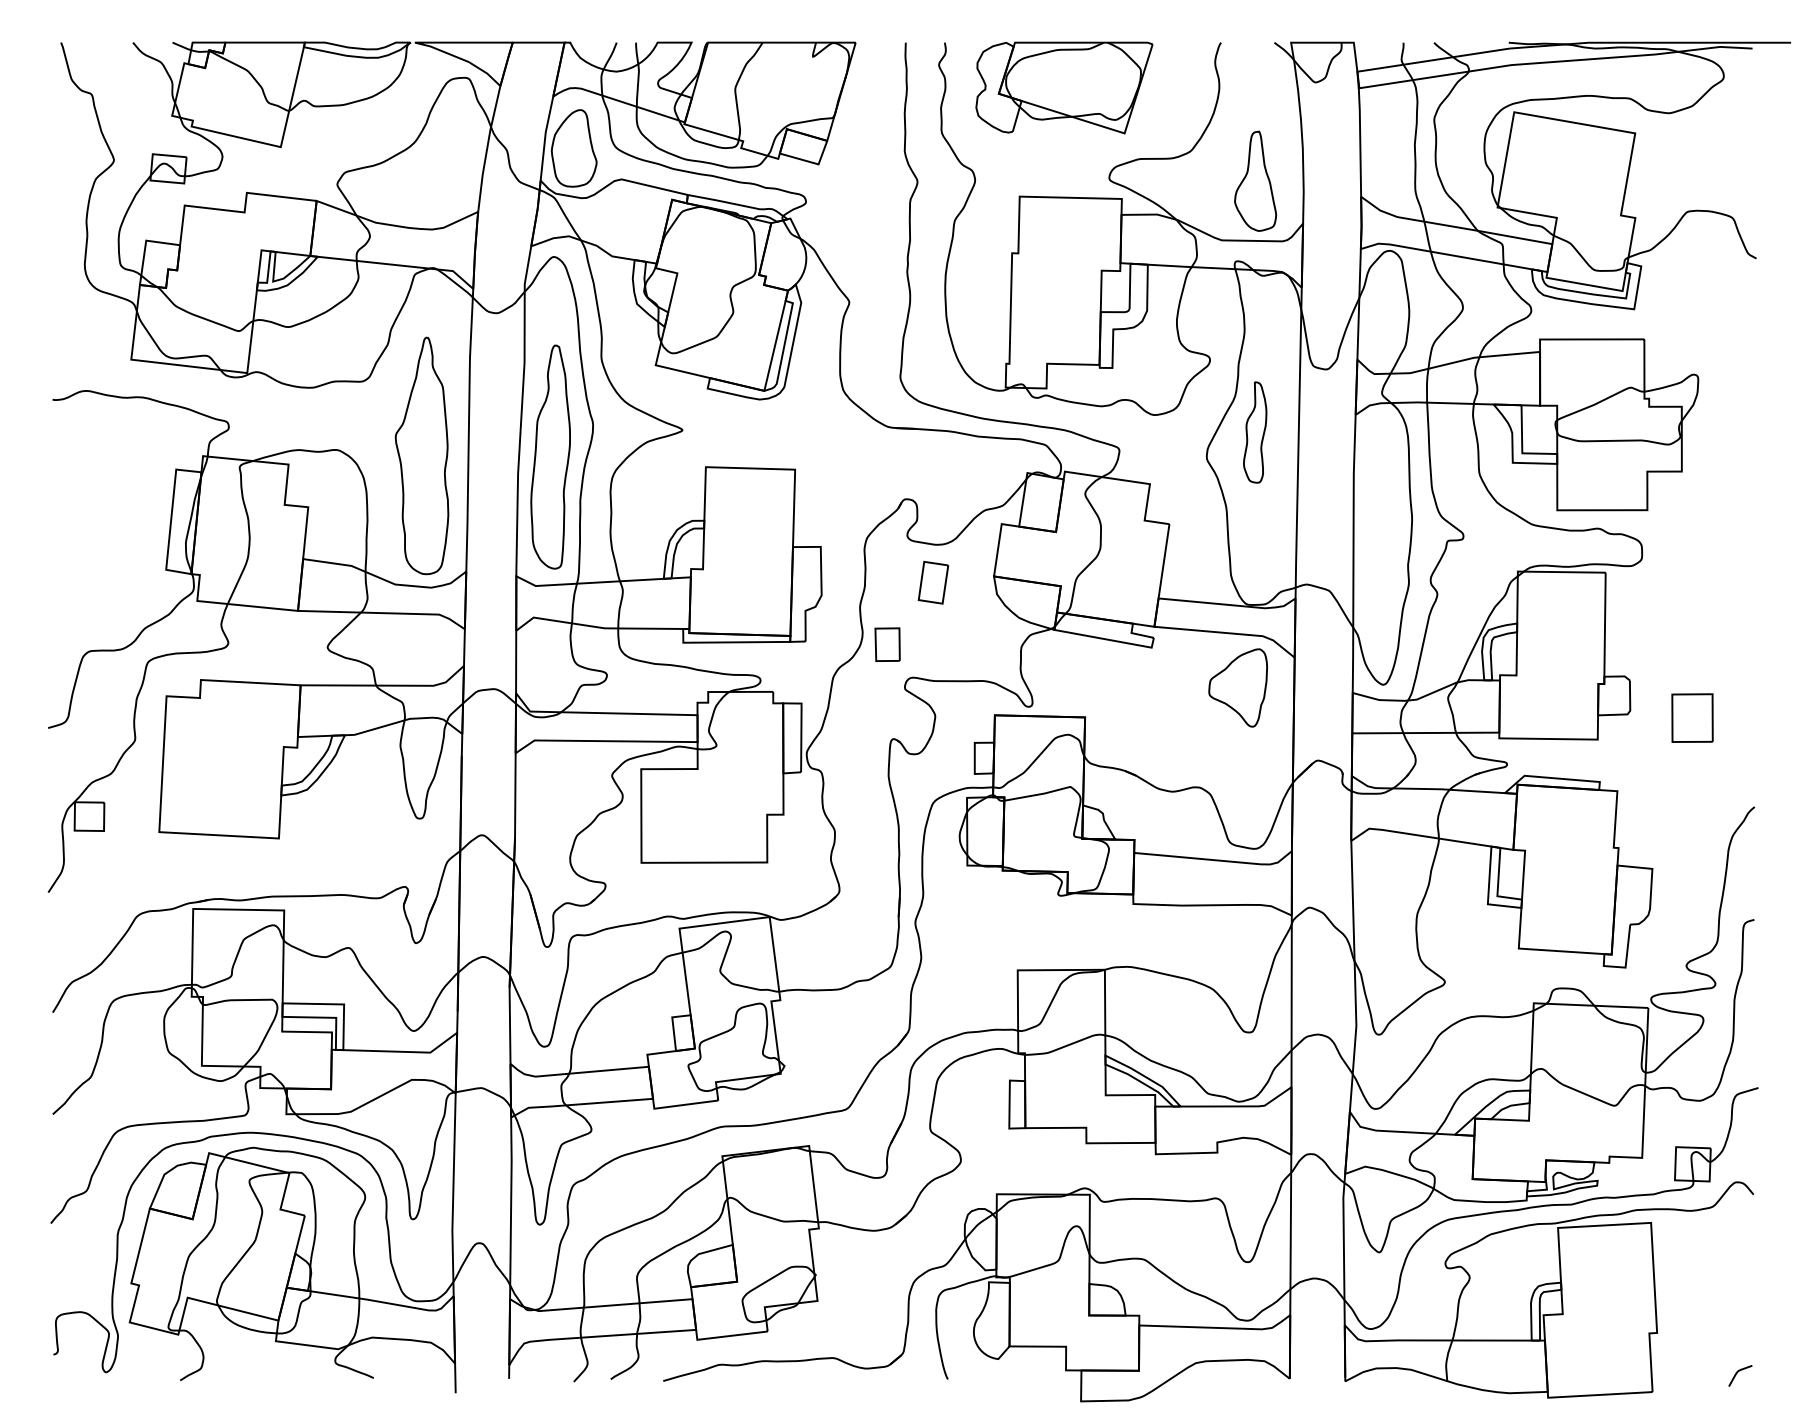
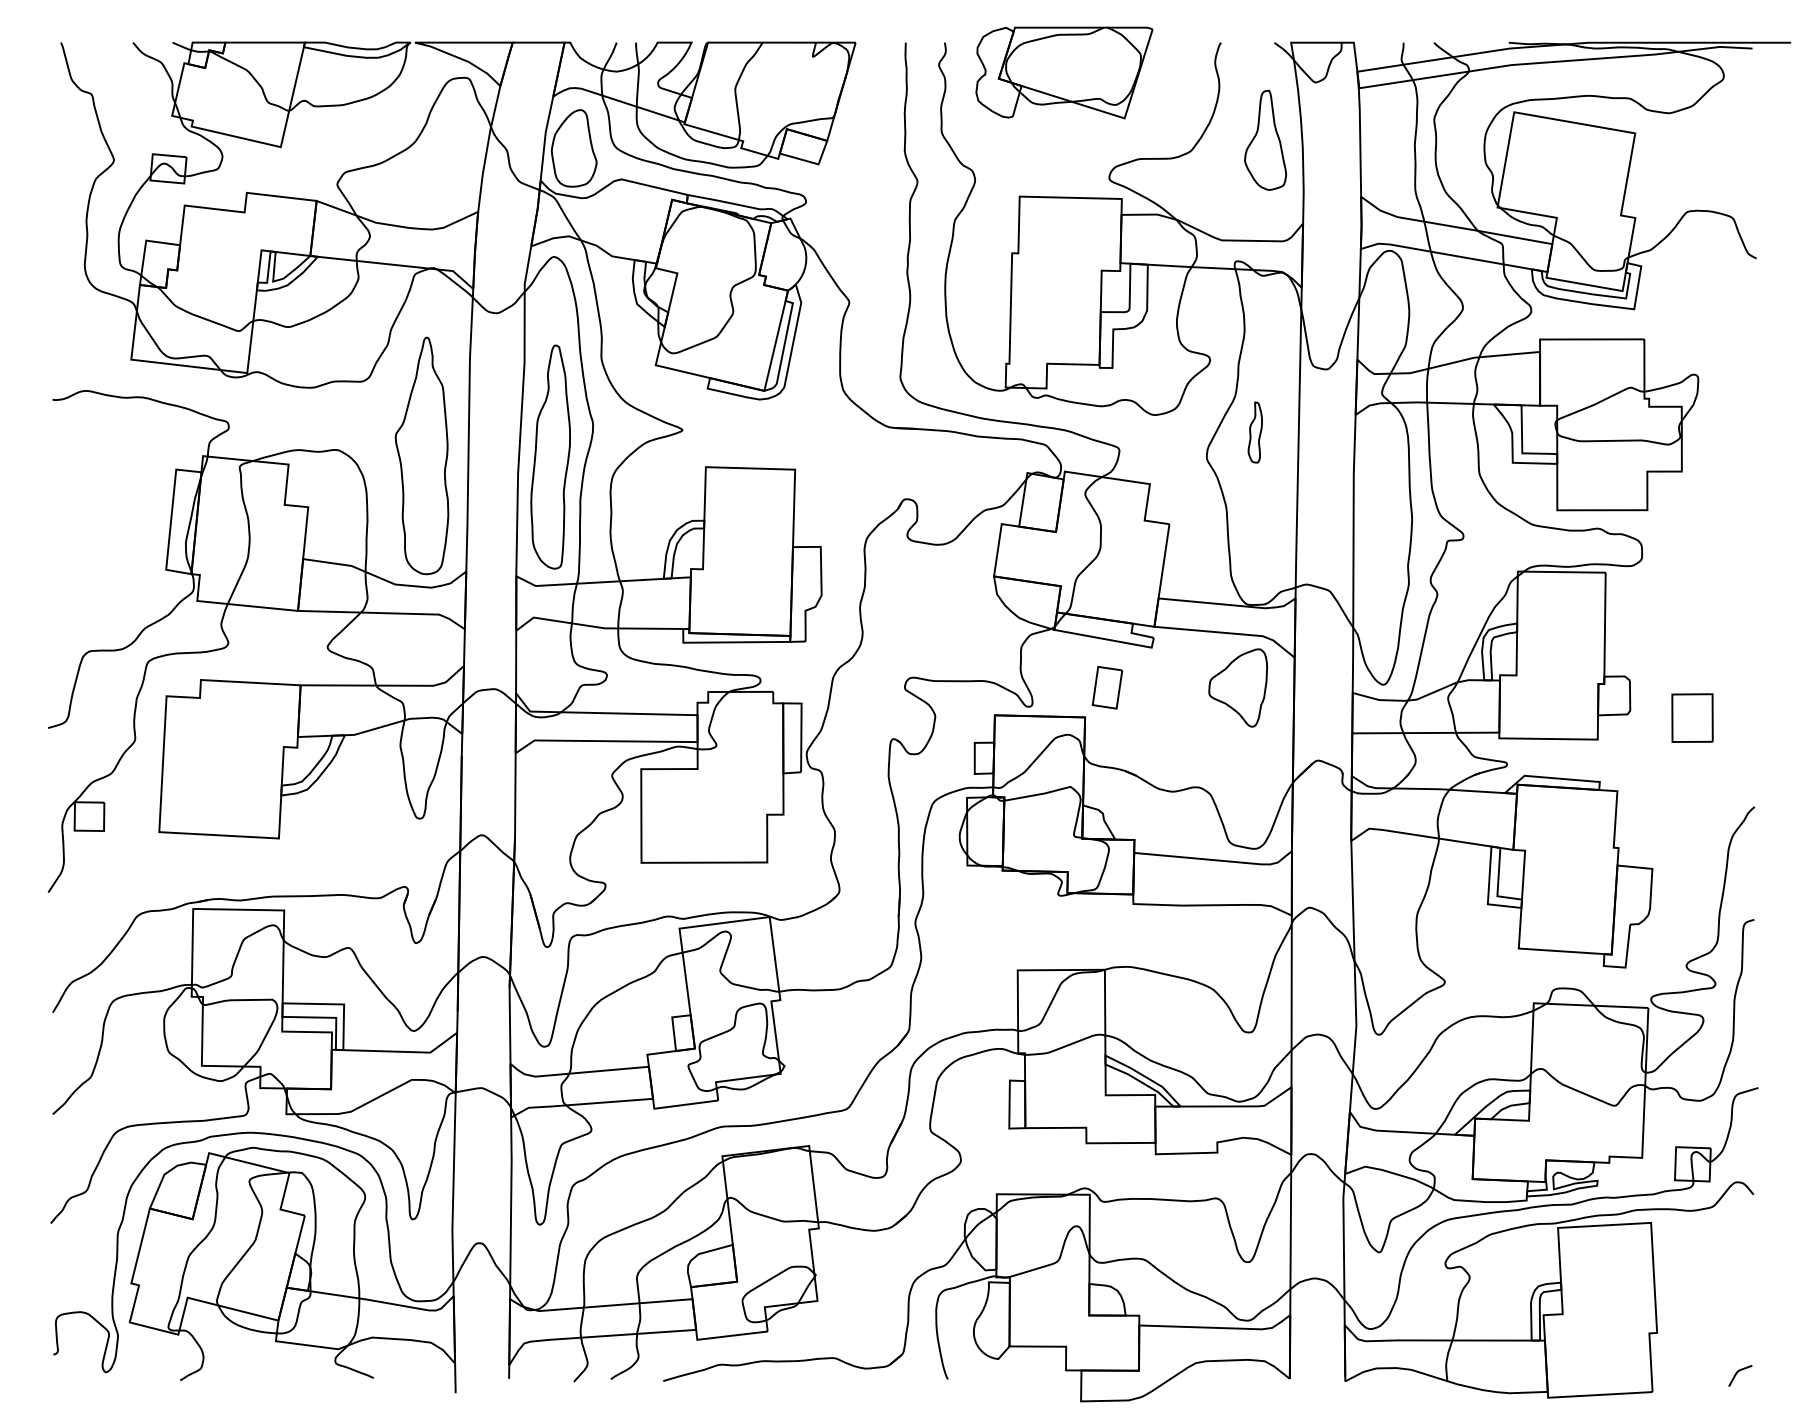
part at (1064, 87) position: (1064, 87) -> (1064, 72)
part at (1255, 180) position: (1255, 180) -> (1265, 139)
part at (1255, 432) size: 25x103 px -> 16x63 px
part at (933, 582) position: (933, 582) -> (1107, 687)
part at (887, 644): present -> none
